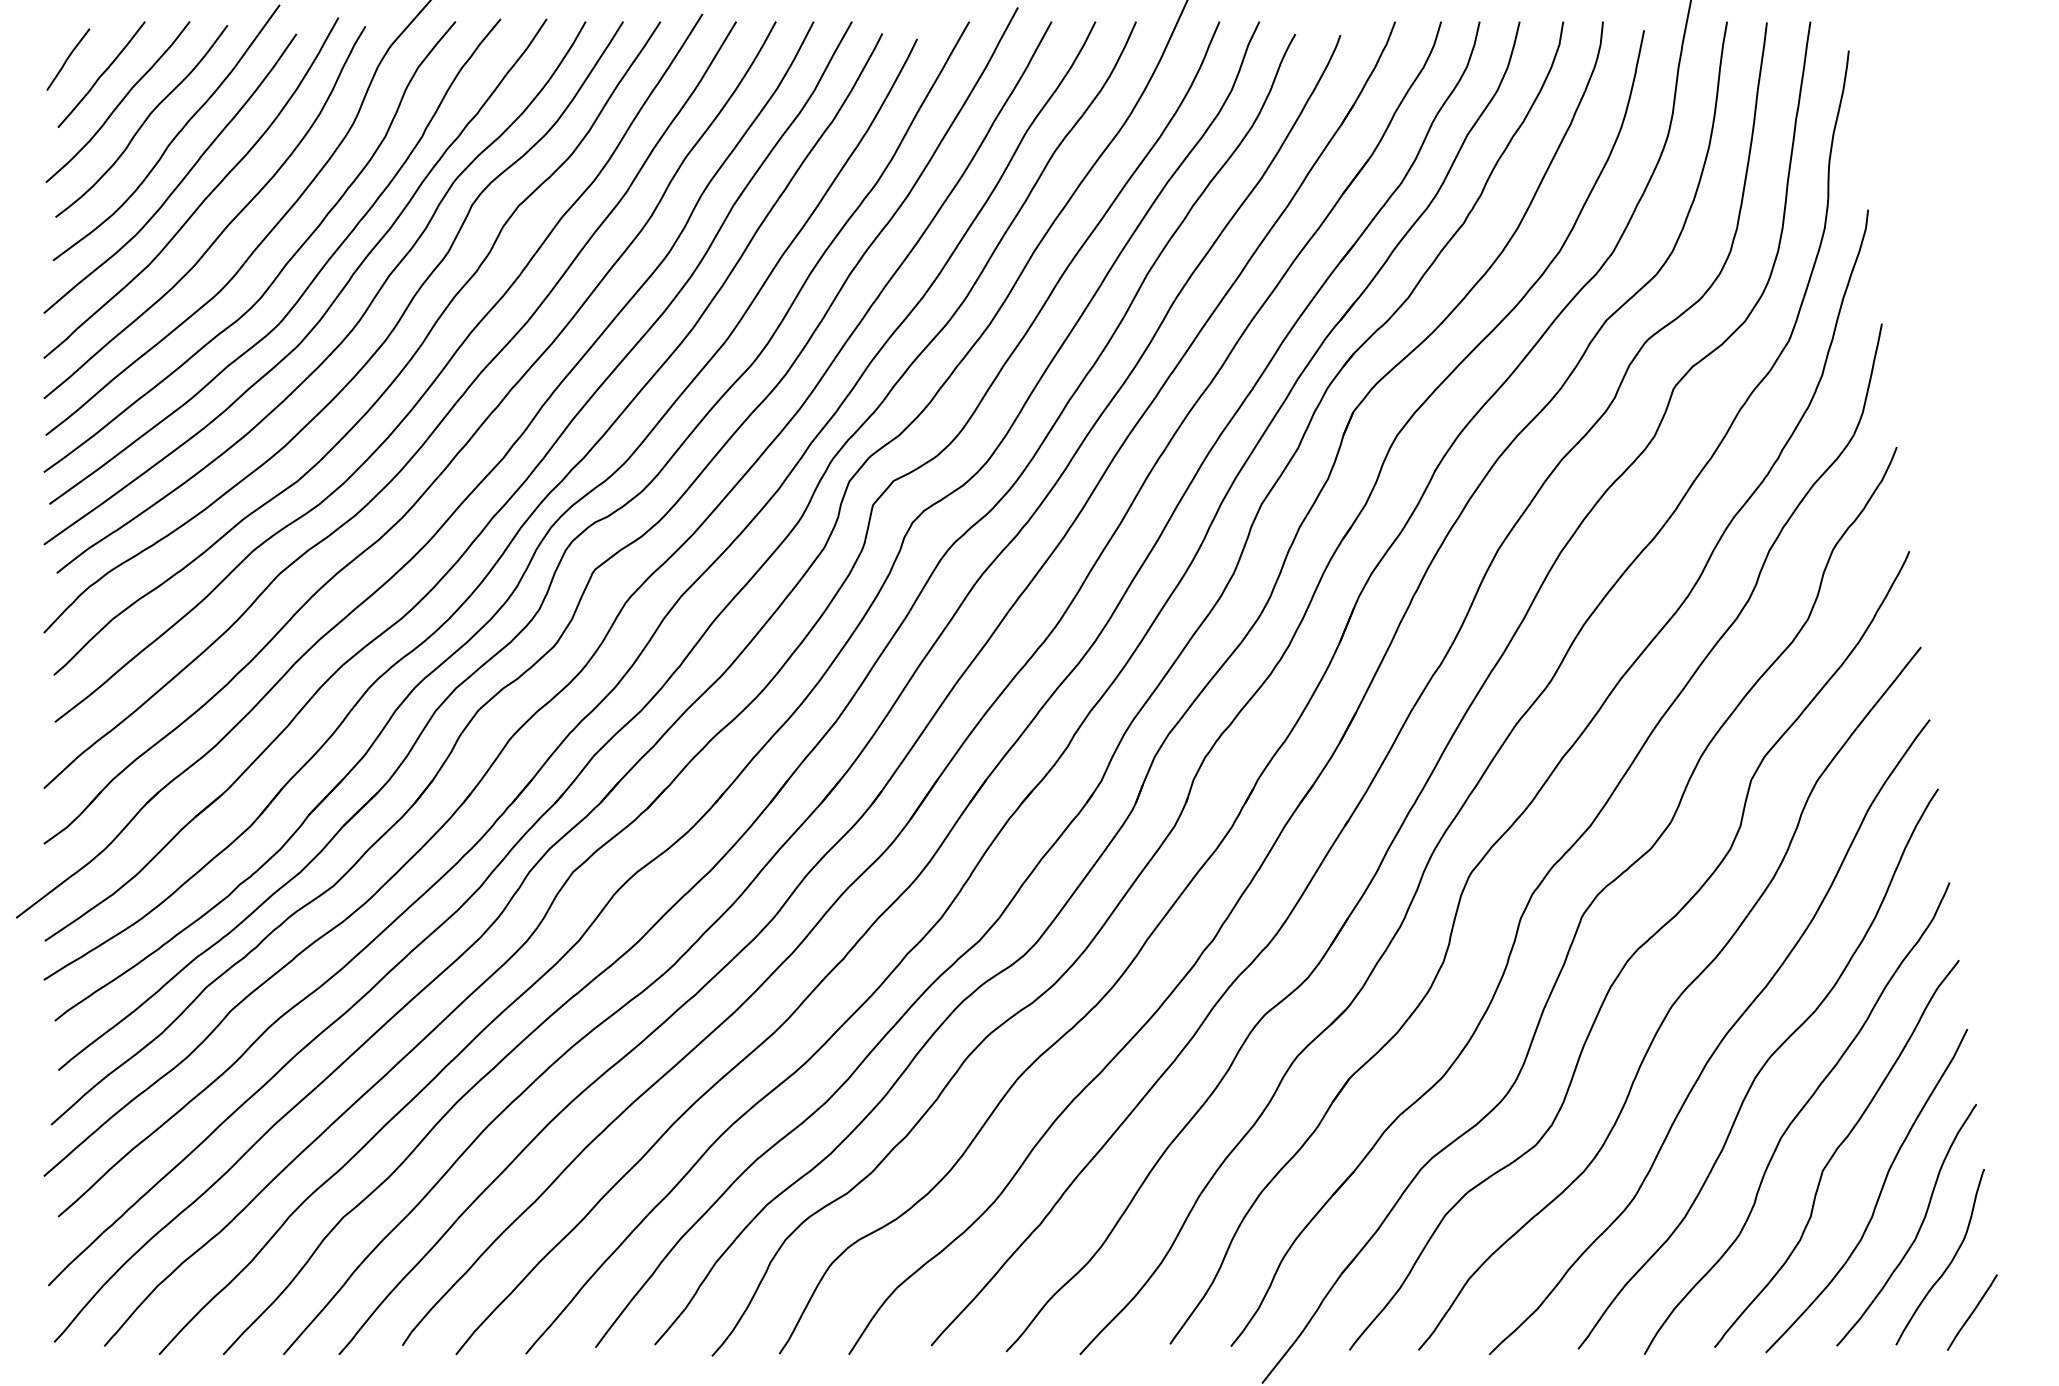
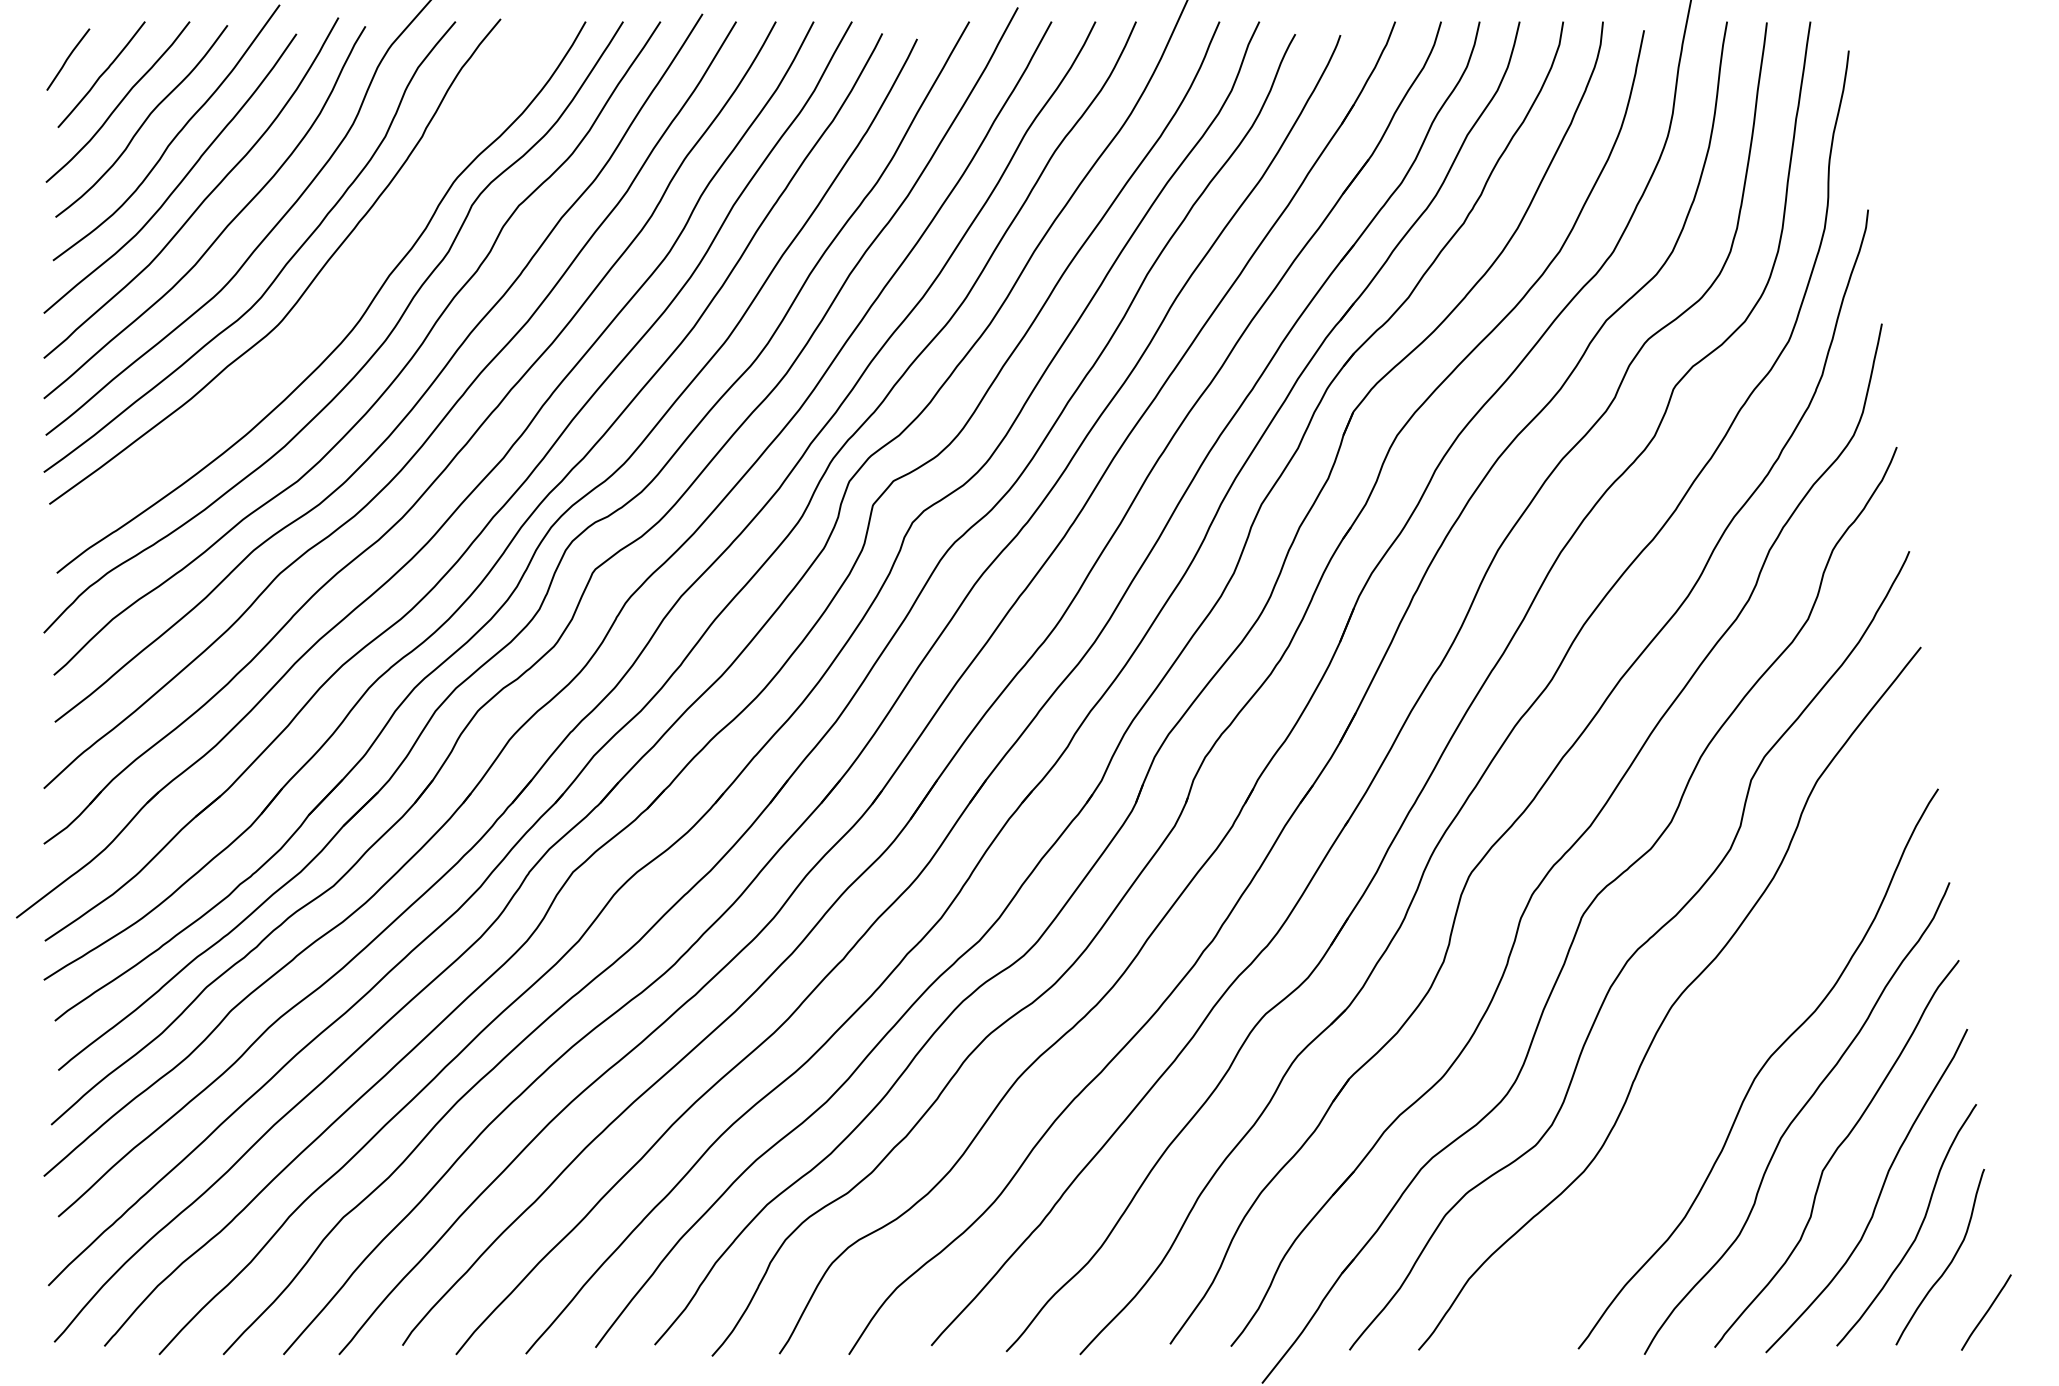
curve at (329, 305): present -> none
curve at (1718, 1043): present -> none
line at (1972, 1312) position: (1972, 1312) -> (1986, 1312)
